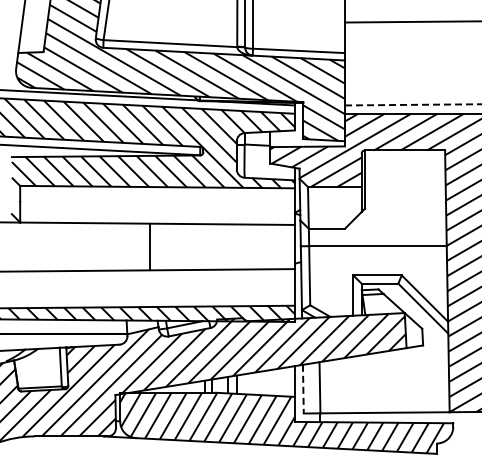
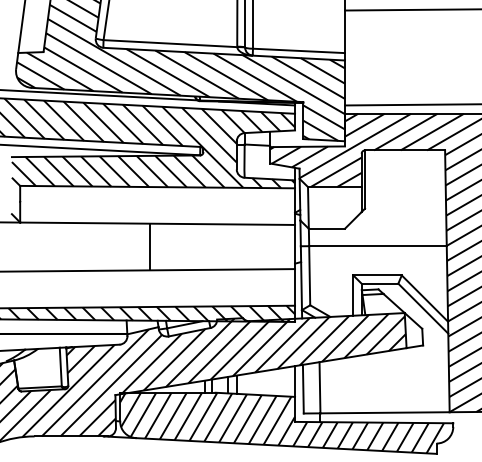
line at (411, 21) position: (411, 21) -> (411, 9)
line at (413, 104): dashed -> solid
line at (303, 389): dashed -> solid
